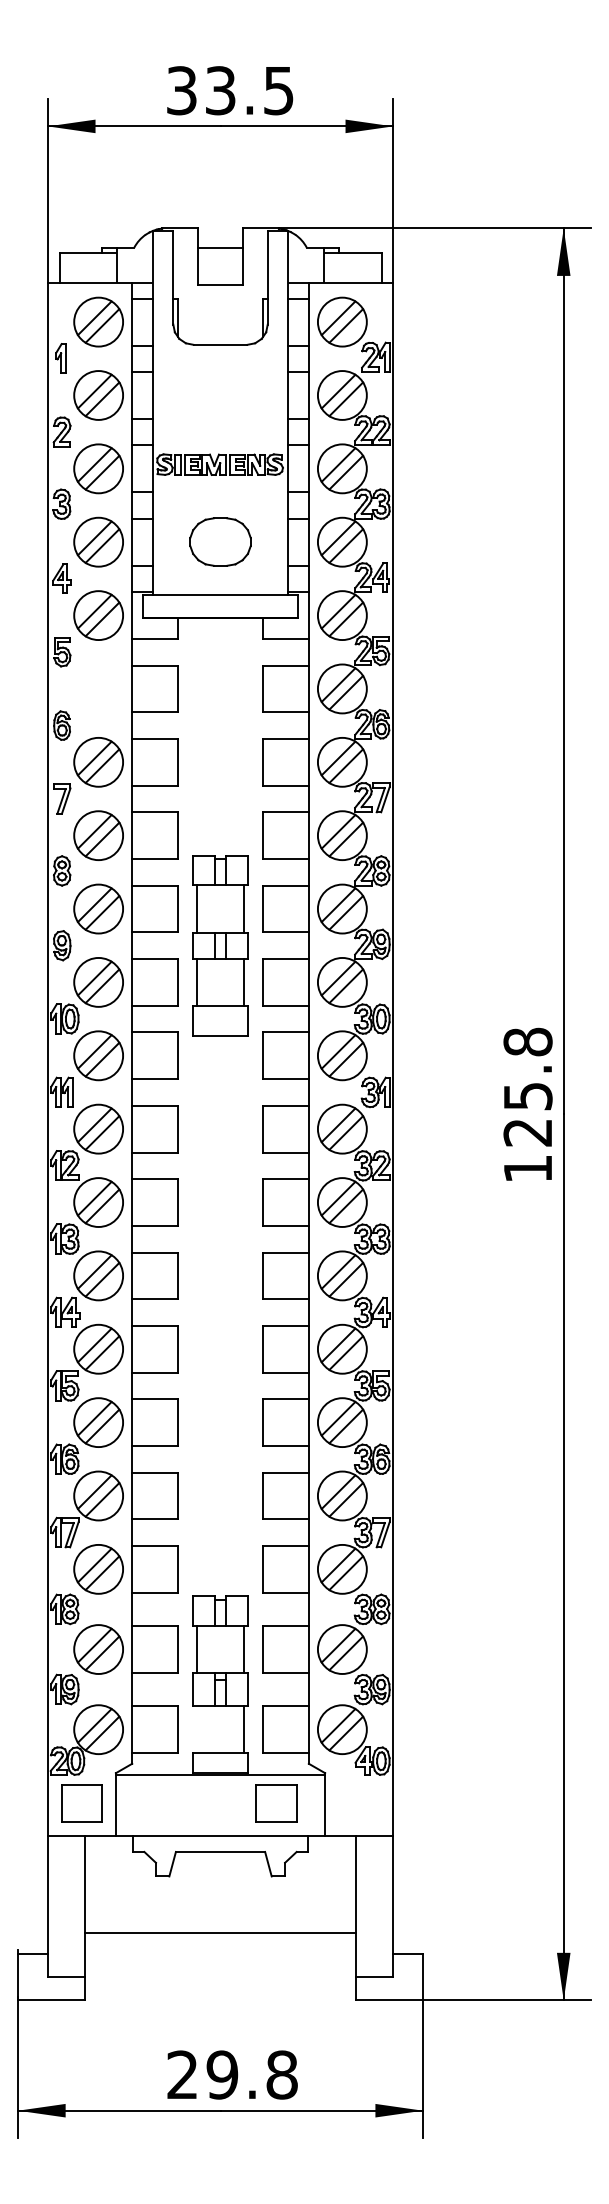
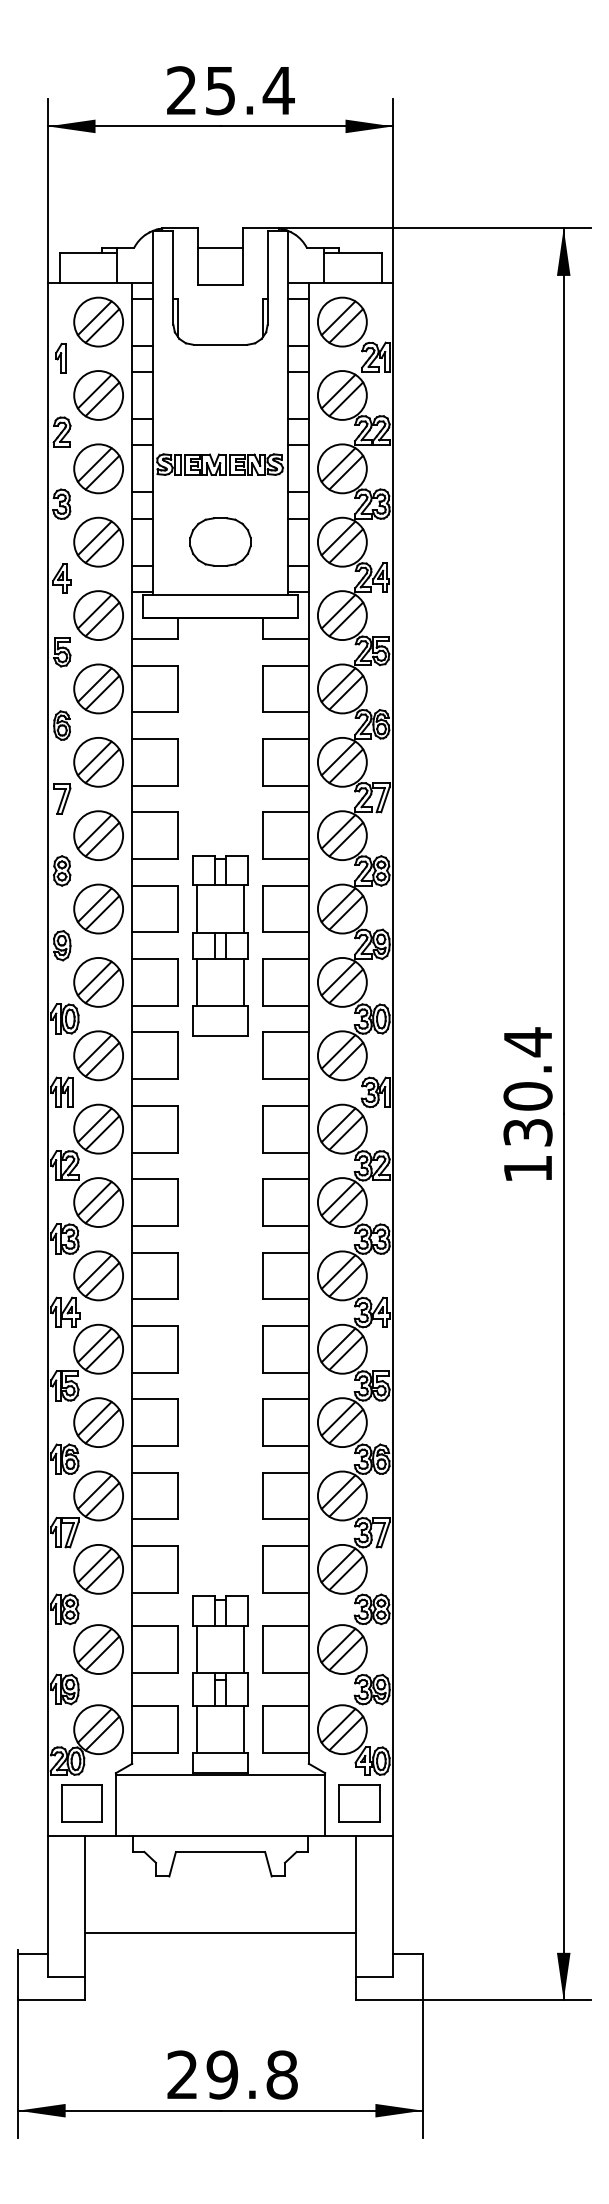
text at (230, 90): 33.5 -> 25.4
part at (98, 688): none -> present
text at (527, 1086): 125.8 -> 130.4
line at (197, 1729): none -> present
part at (276, 1803) position: (276, 1803) -> (359, 1803)
